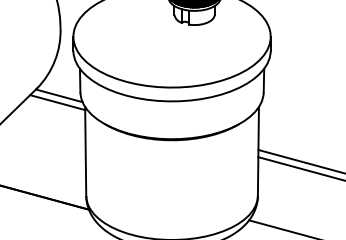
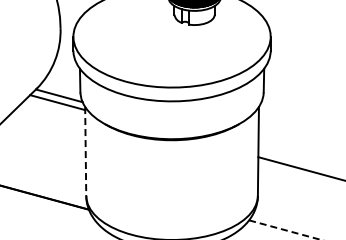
line at (85, 151): solid -> dashed
line at (300, 160): present -> none
line at (285, 230): solid -> dashed
